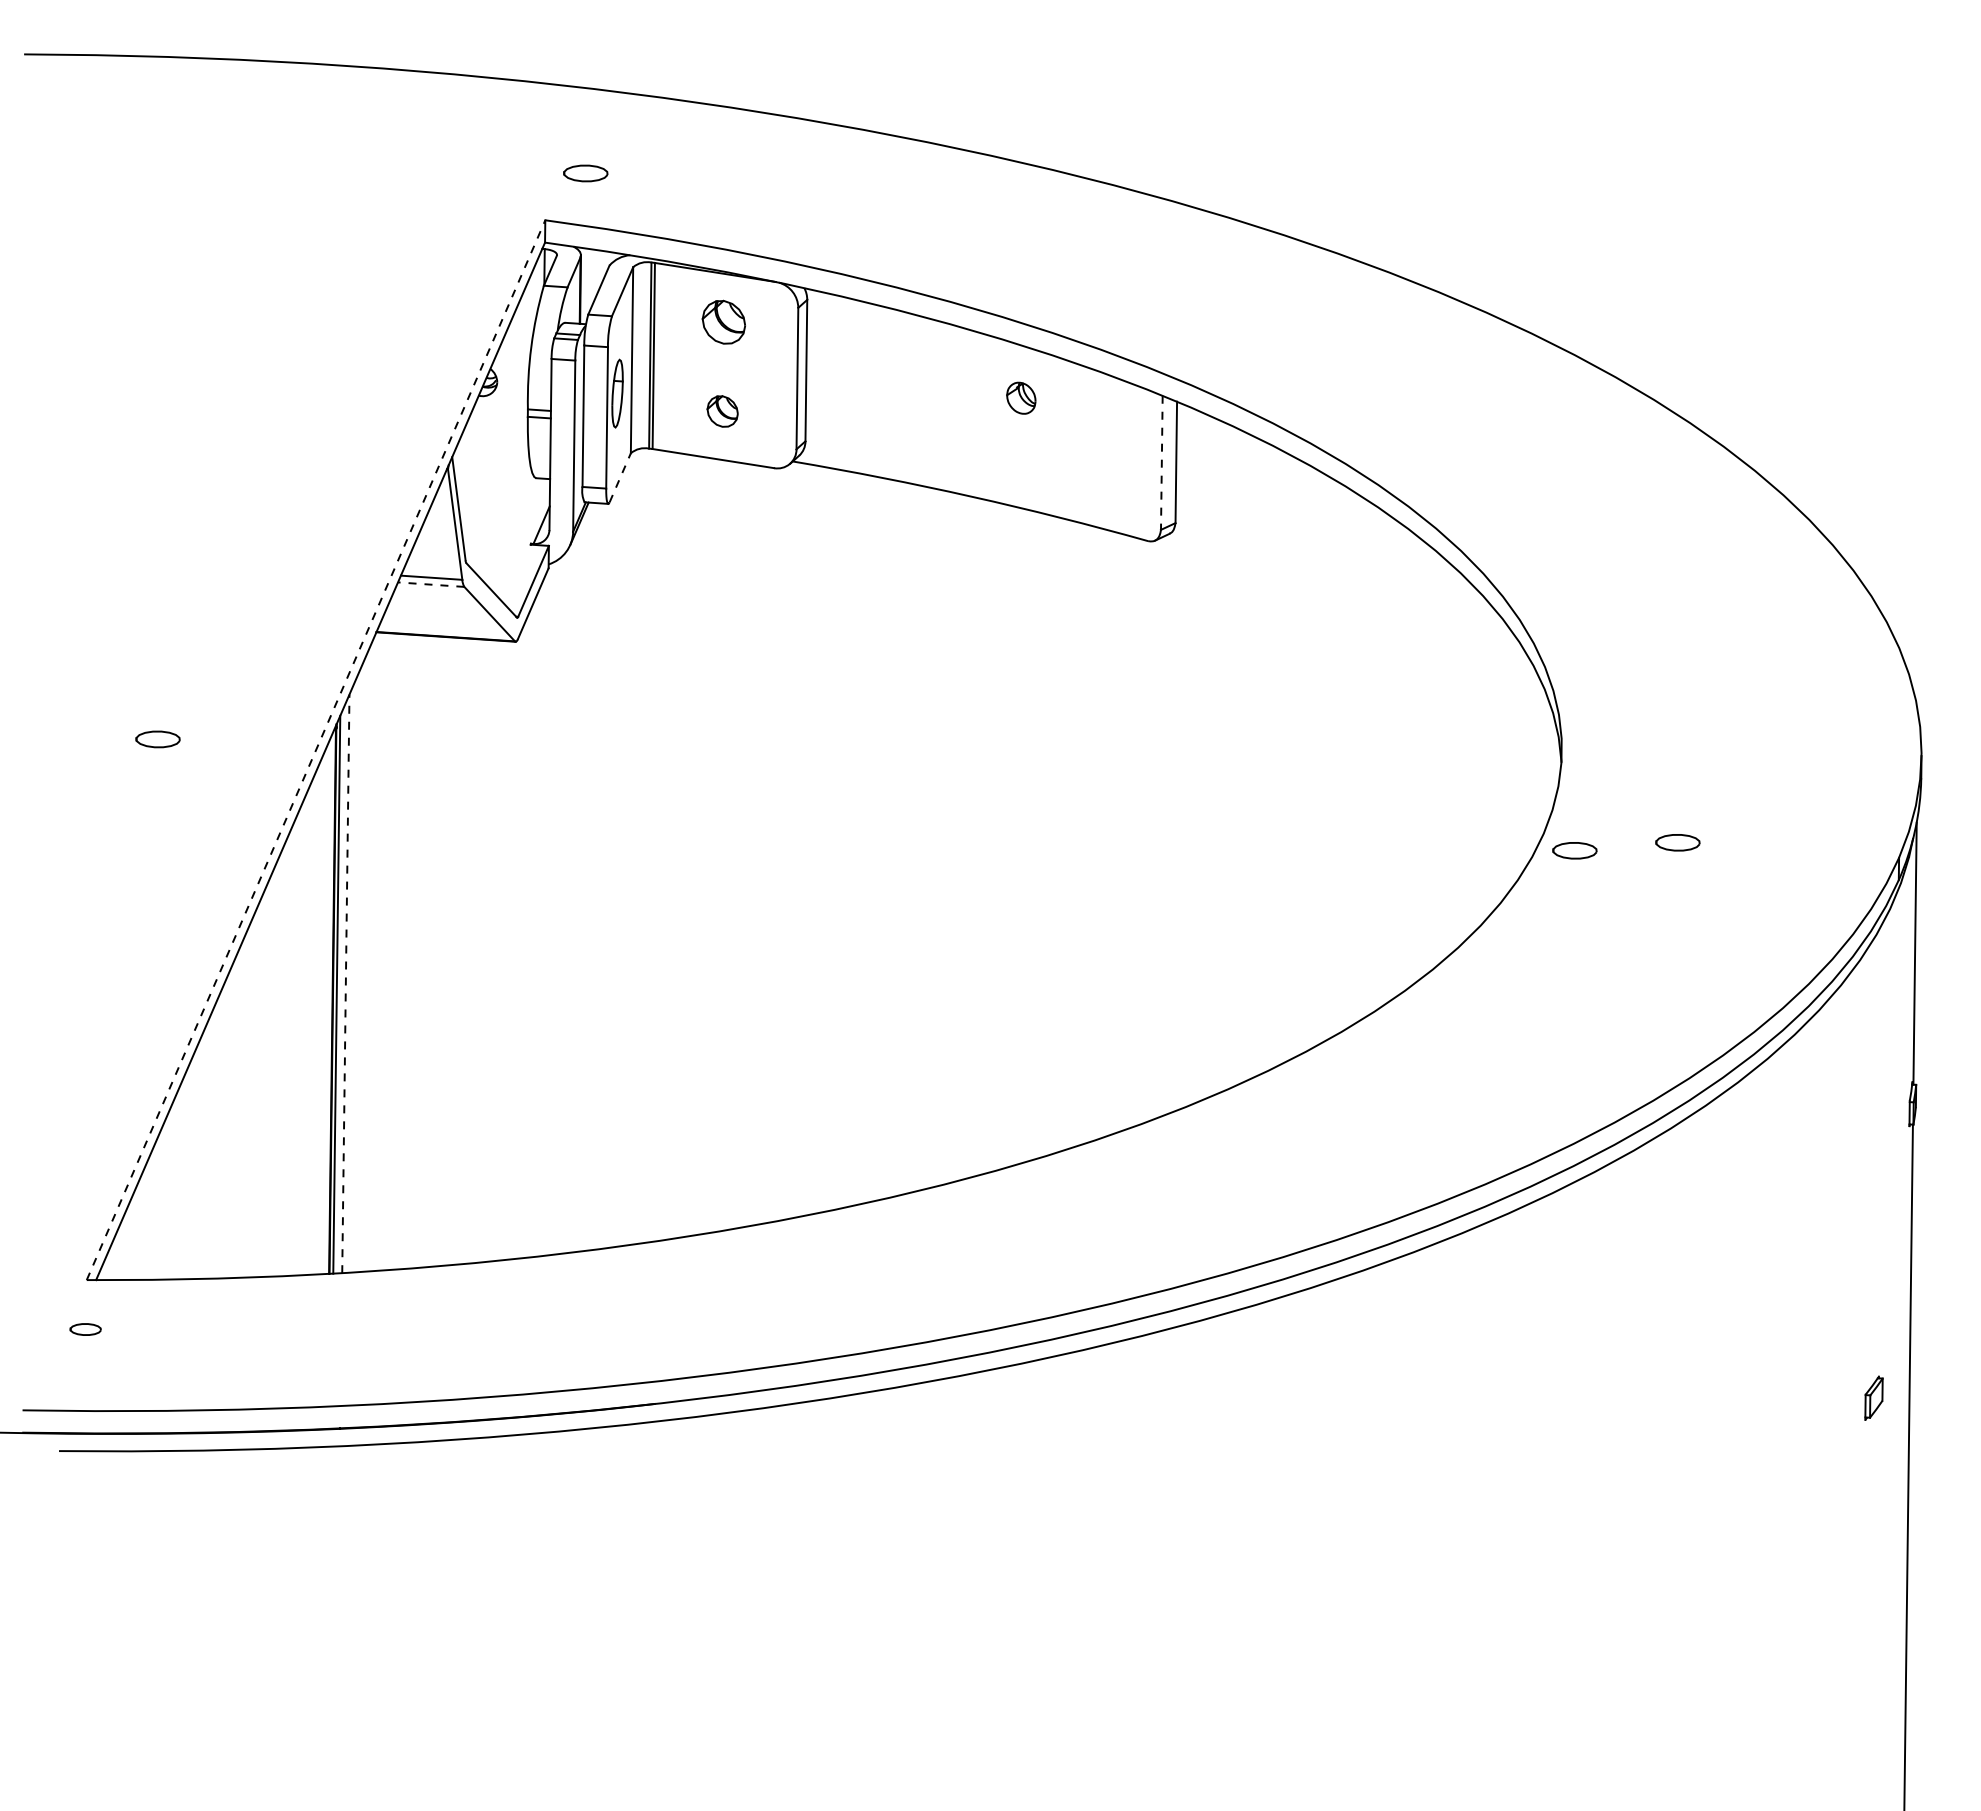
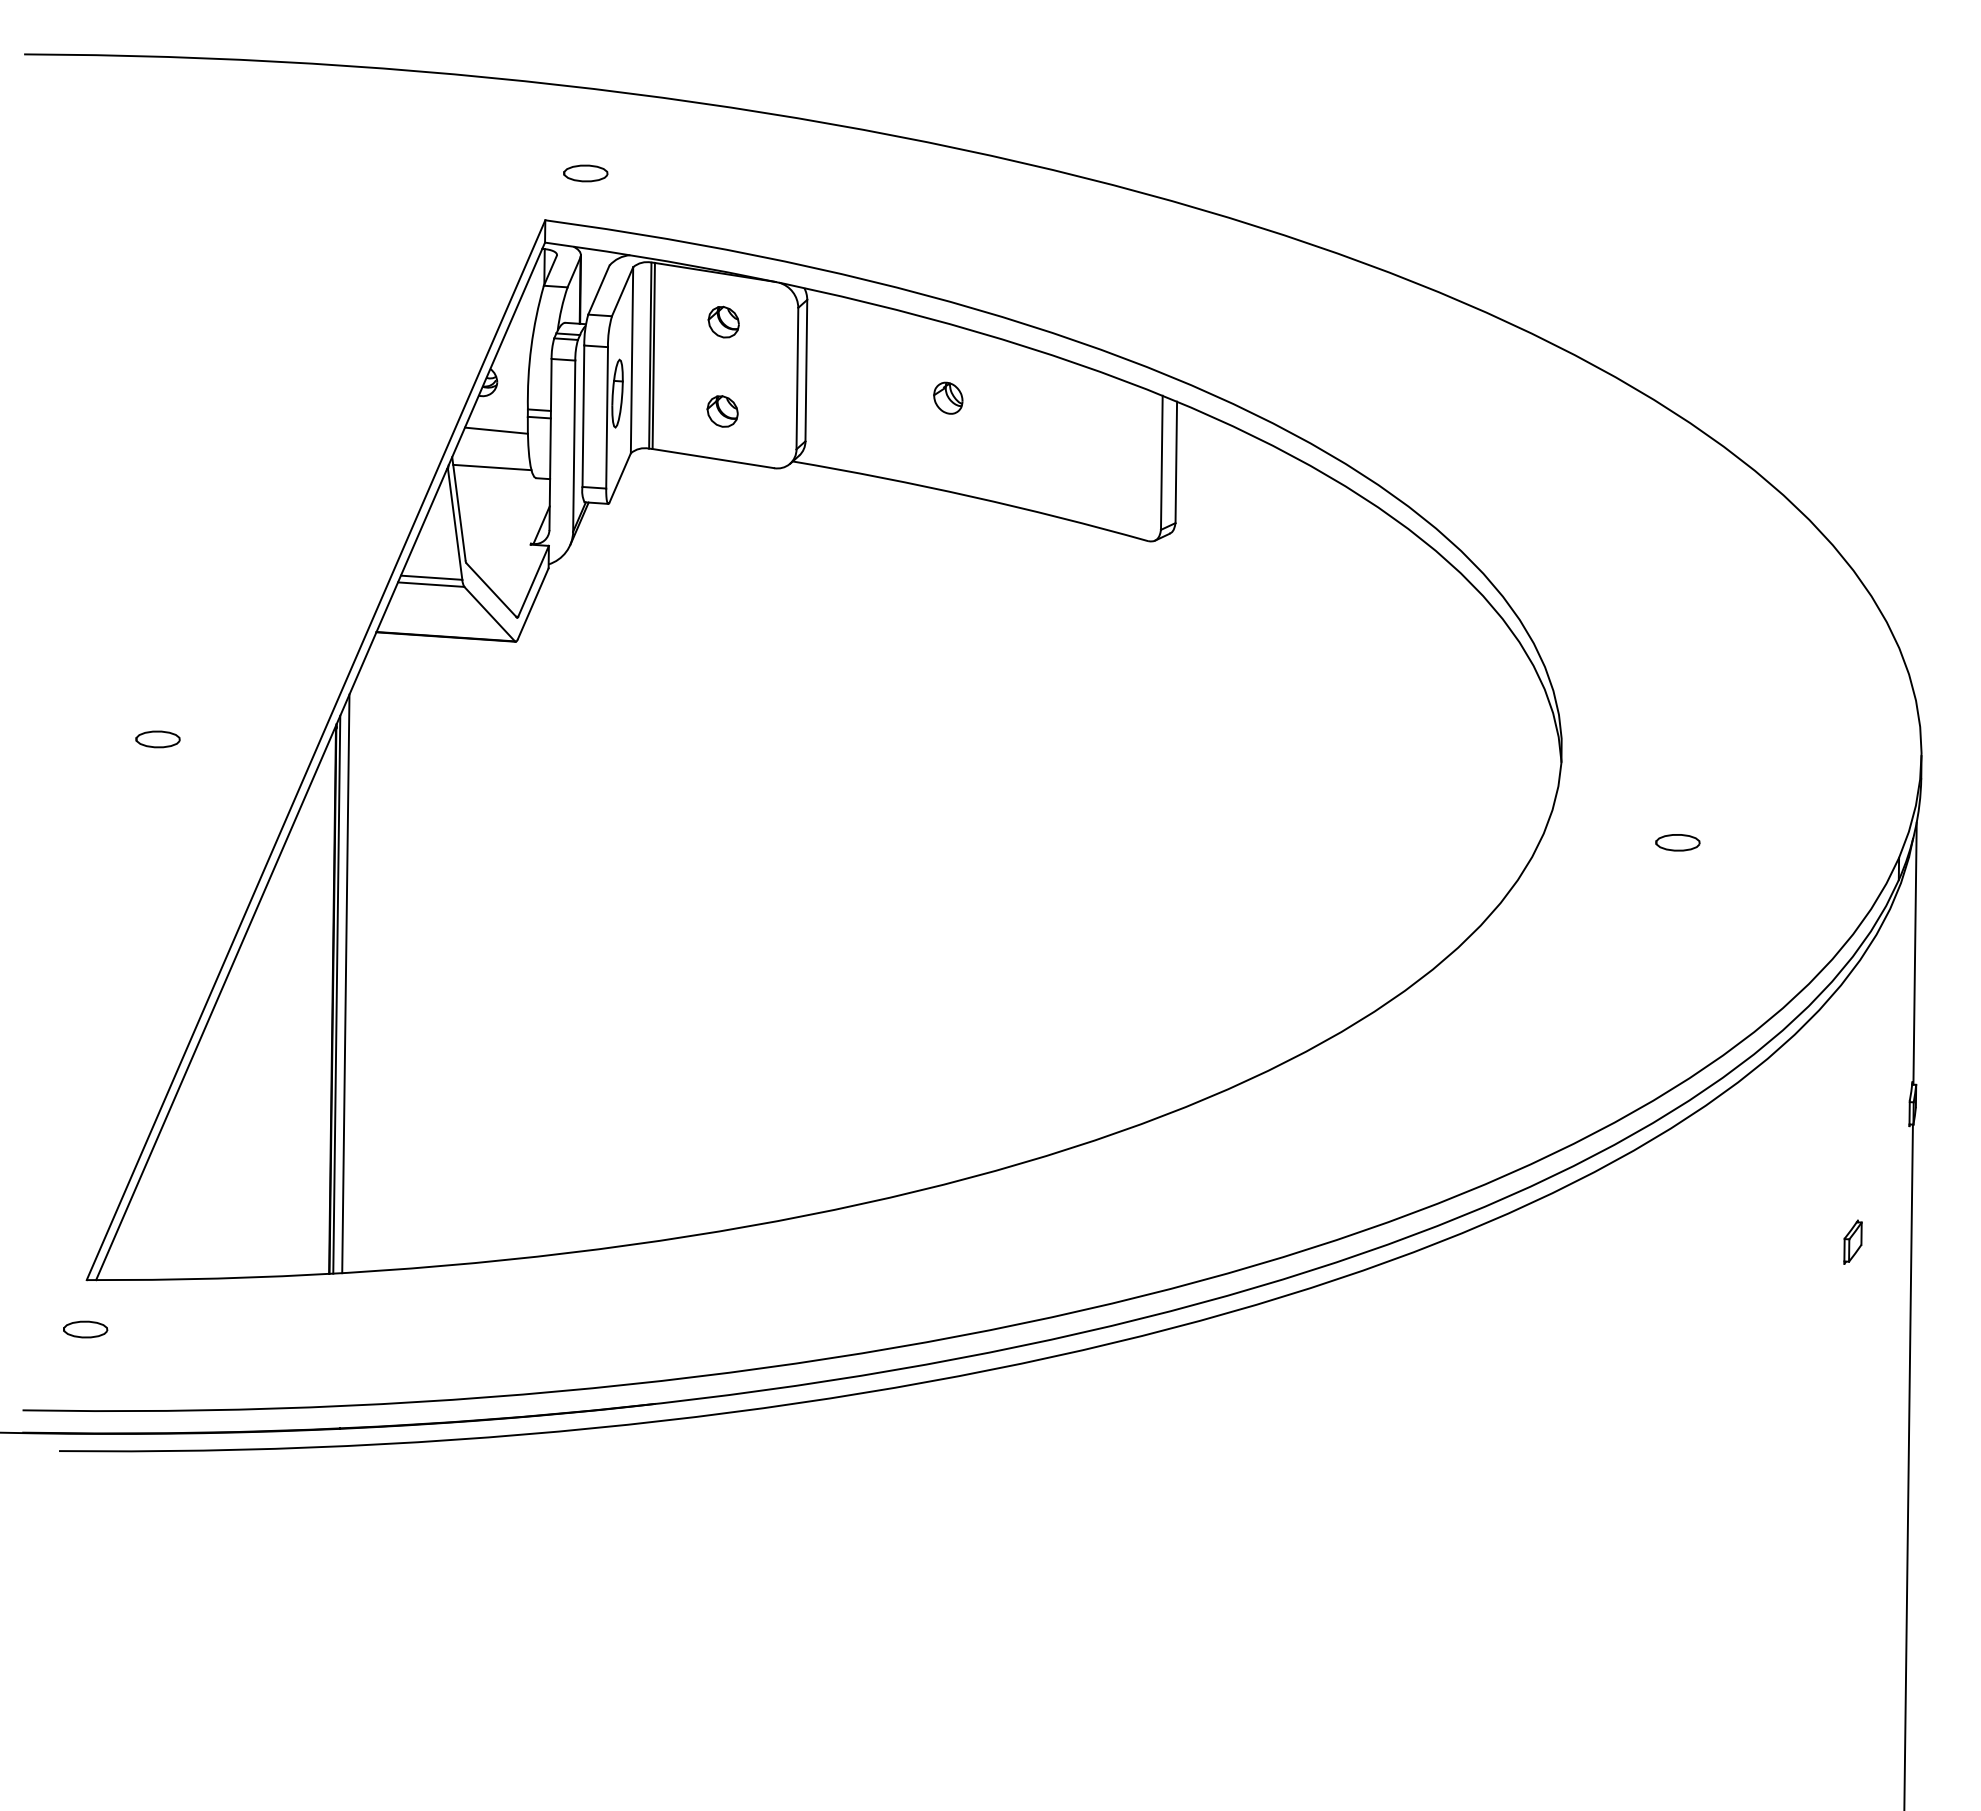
part at (723, 321) size: 45x46 px -> 33x34 px
part at (1021, 397) position: (1021, 397) -> (948, 397)
line at (495, 430): none -> present
line at (1161, 463): dashed -> solid
line at (492, 467): none -> present
line at (620, 477): dashed -> solid
line at (430, 584): dashed -> solid
line at (316, 749): dashed -> solid
part at (1574, 850): present -> none
line at (345, 983): dashed -> solid
part at (85, 1329) size: 33x13 px -> 46x19 px
part at (1873, 1397) position: (1873, 1397) -> (1852, 1241)
